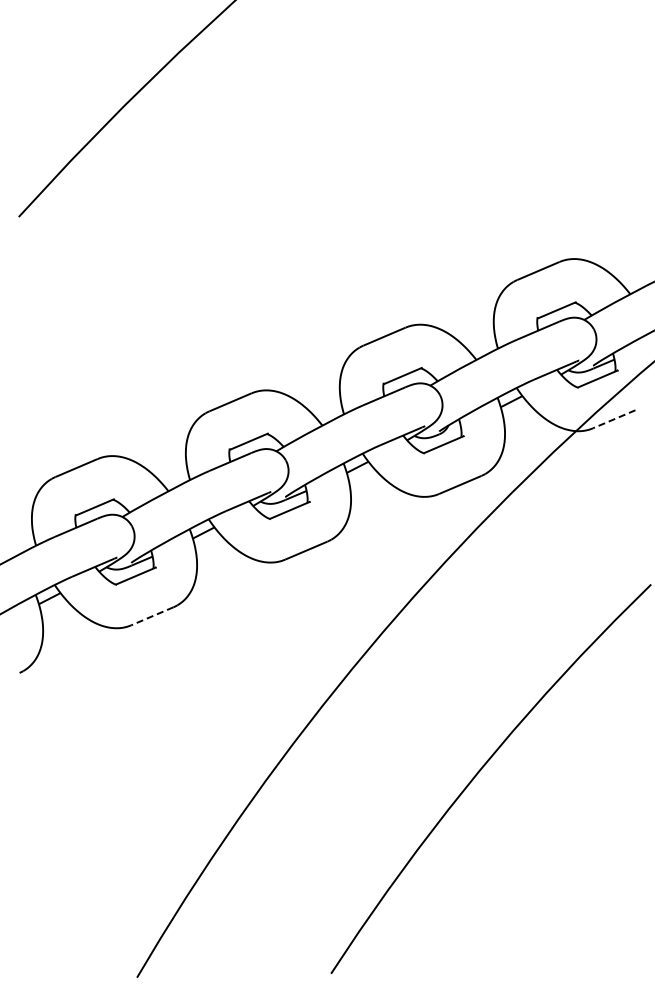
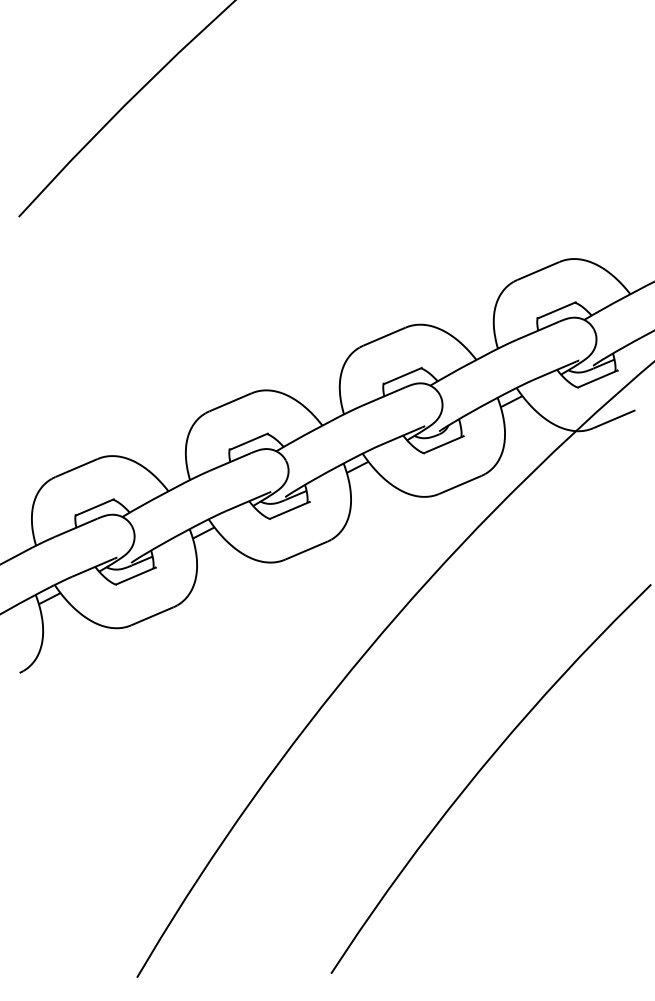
line at (614, 419): dashed -> solid
line at (152, 616): dashed -> solid
